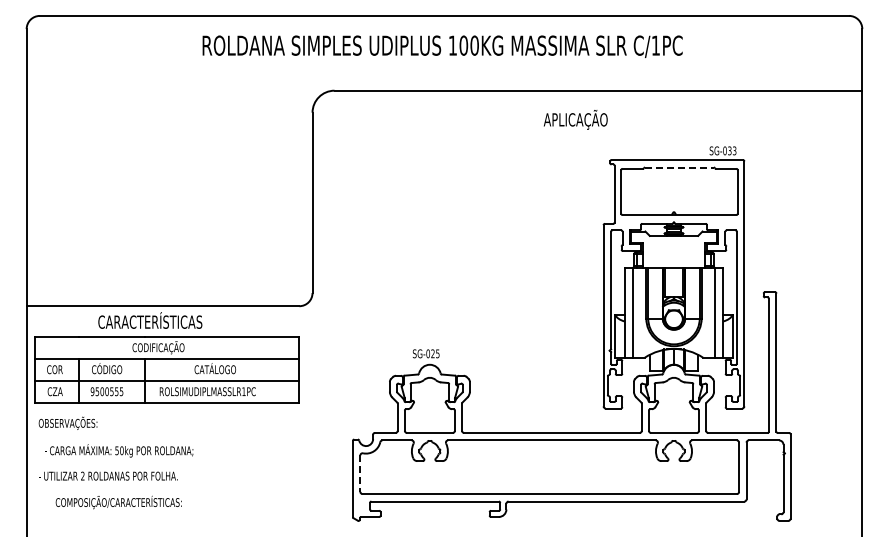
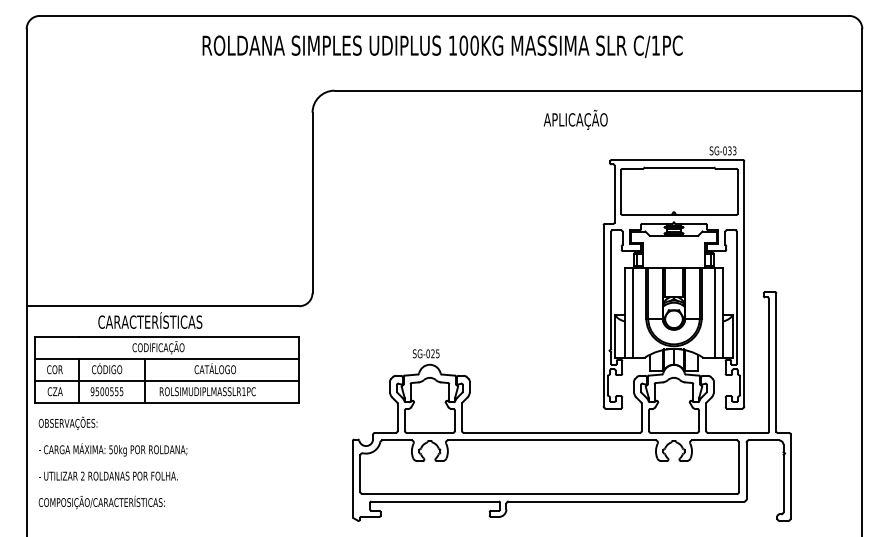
line at (679, 167): dashed -> solid
text at (119, 450) position: (119, 450) -> (113, 449)
line at (360, 474): dashed -> solid
text at (118, 502) position: (118, 502) -> (101, 502)
